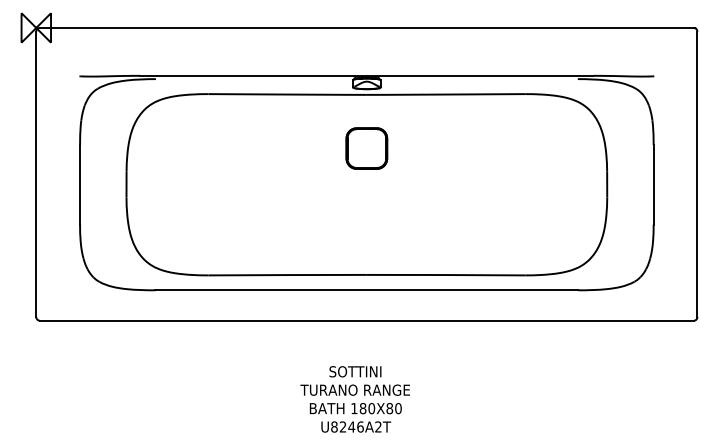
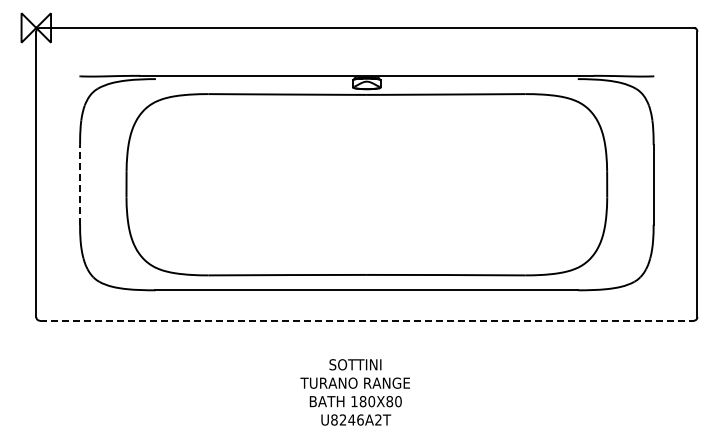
part at (366, 148): present -> none
line at (80, 184): solid -> dashed
line at (366, 320): solid -> dashed
text at (354, 399) position: (354, 399) -> (354, 392)
